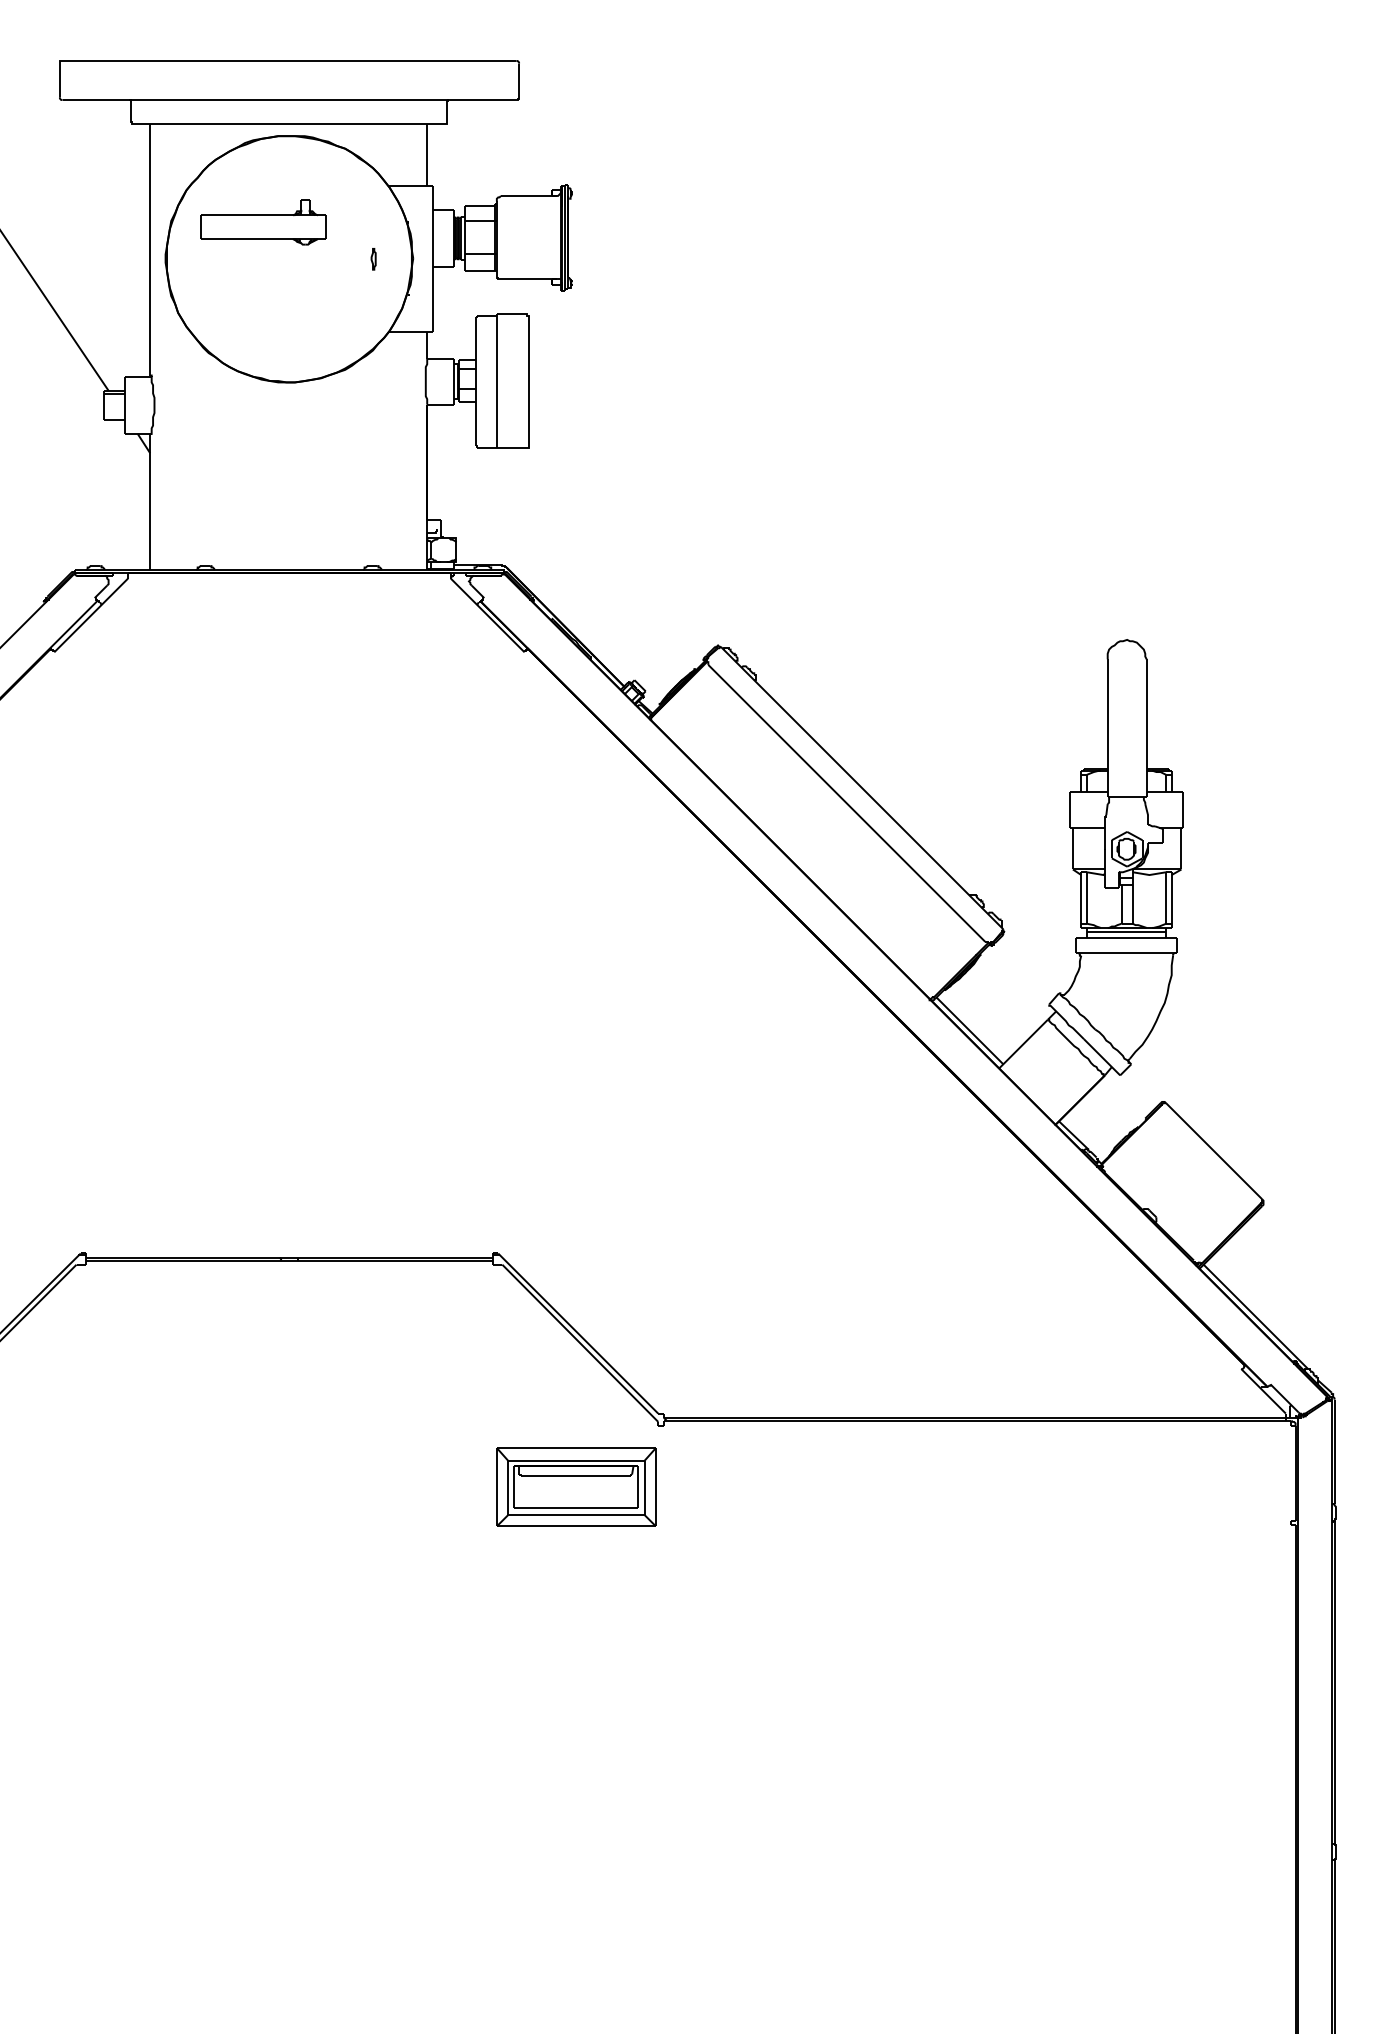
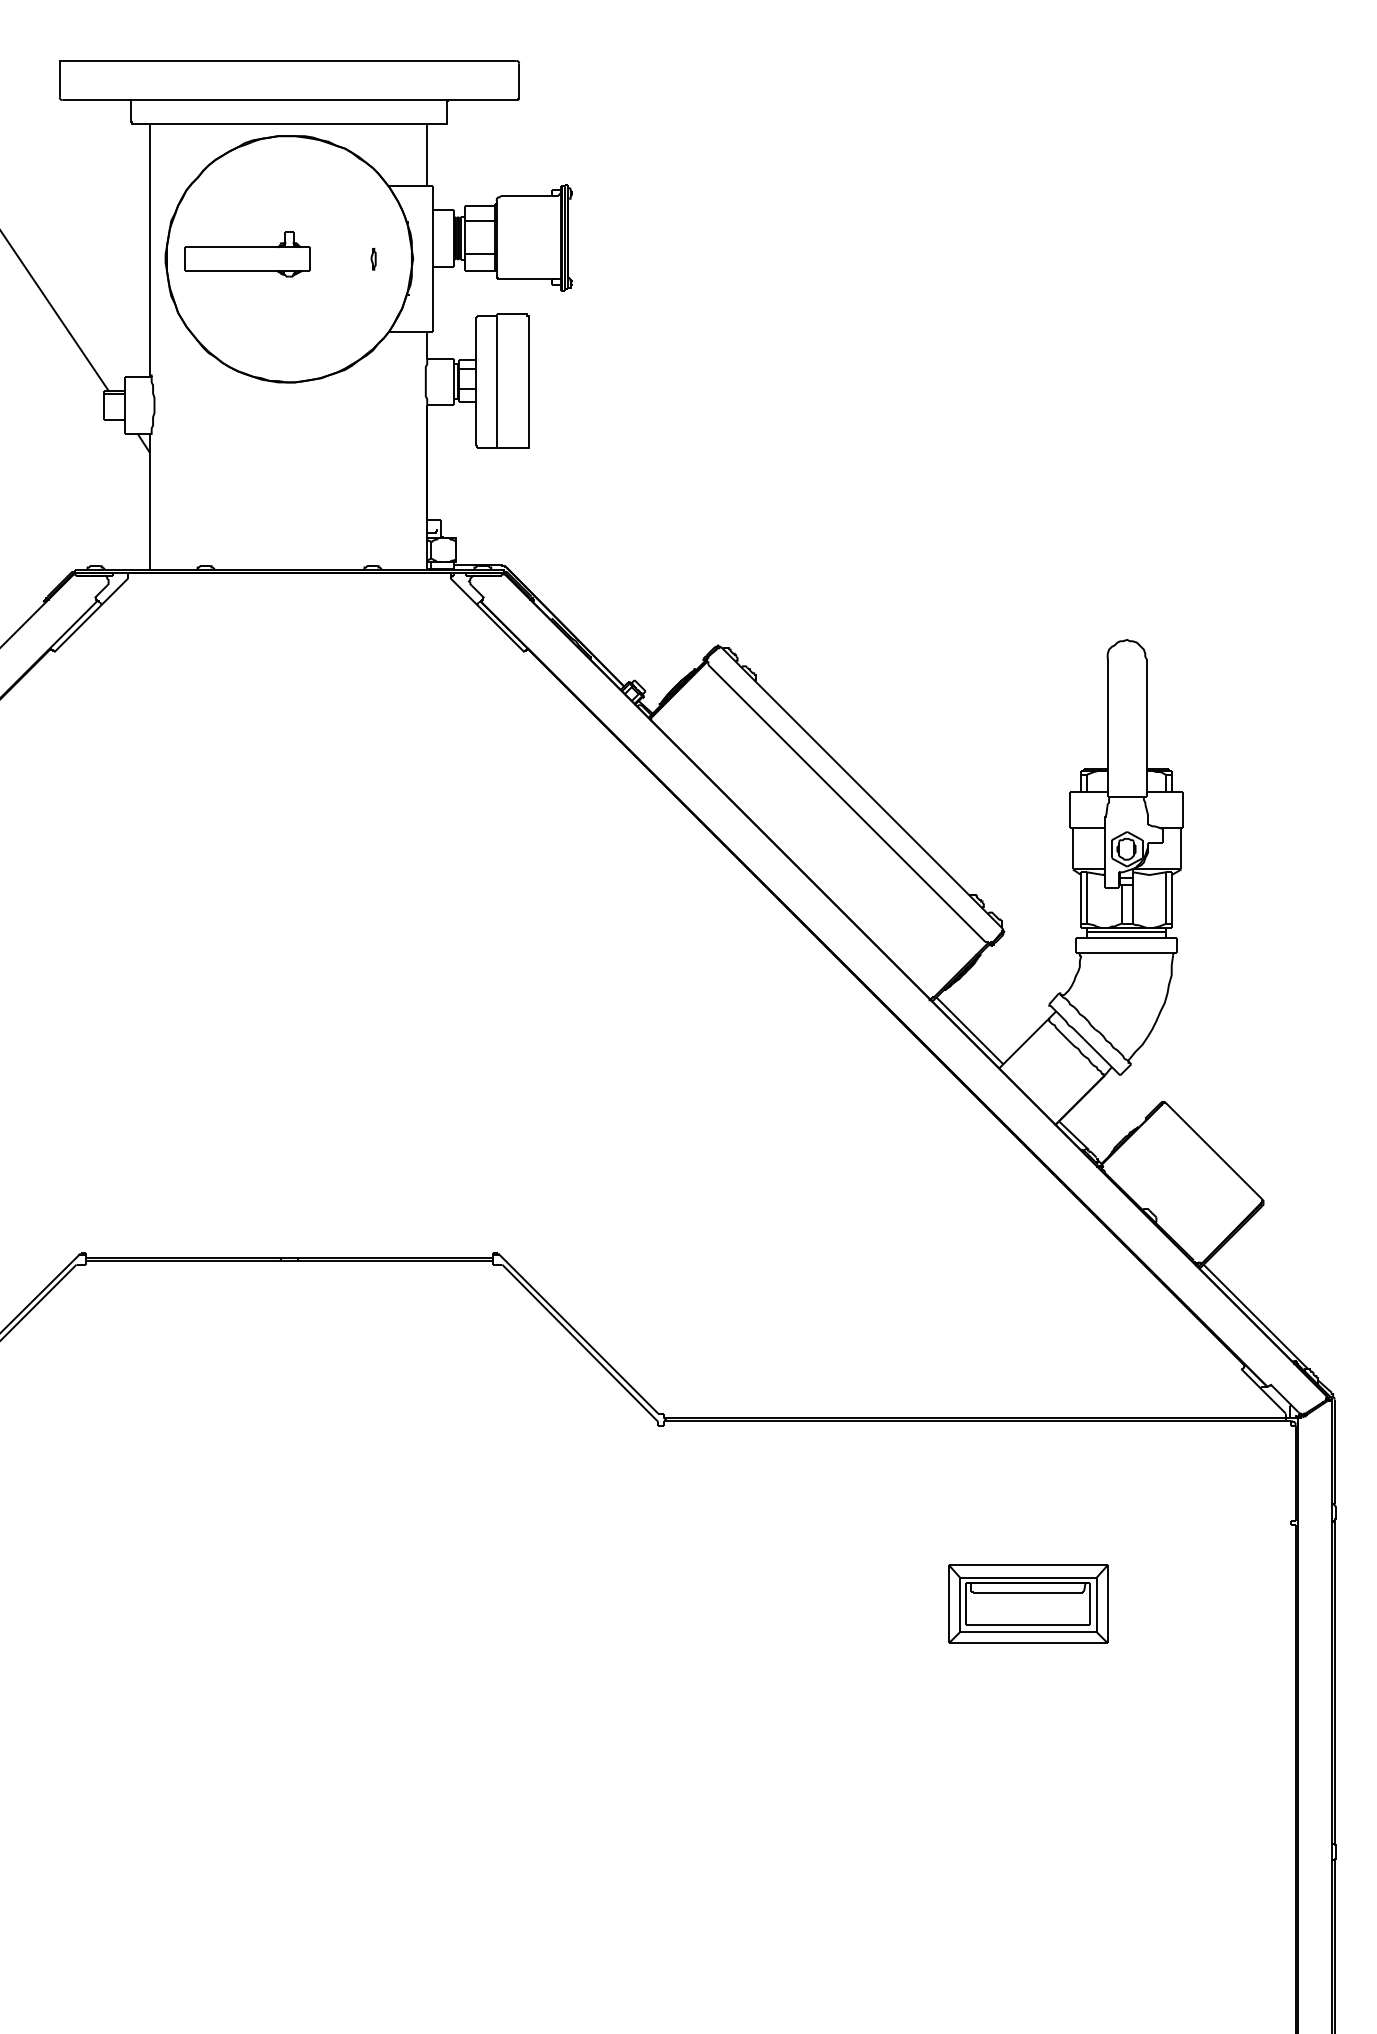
part at (263, 222) position: (263, 222) -> (247, 254)
part at (576, 1486) position: (576, 1486) -> (1028, 1603)
